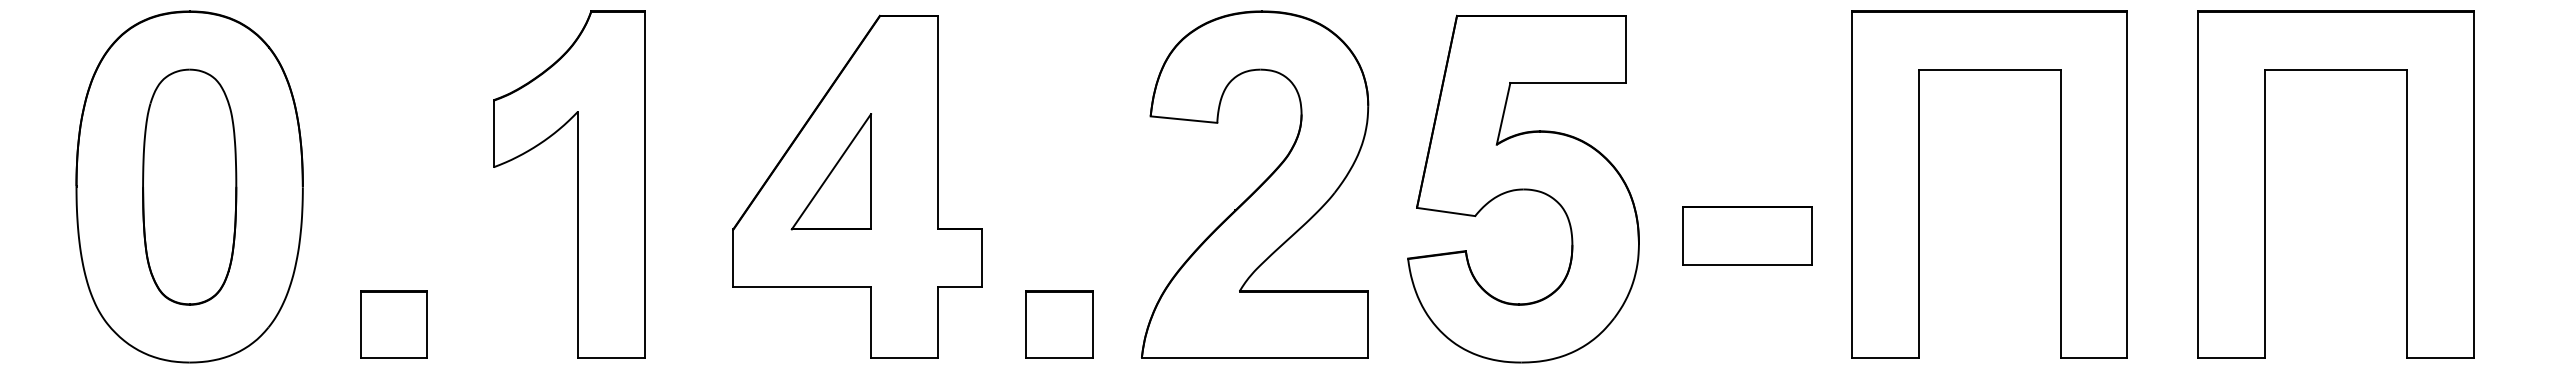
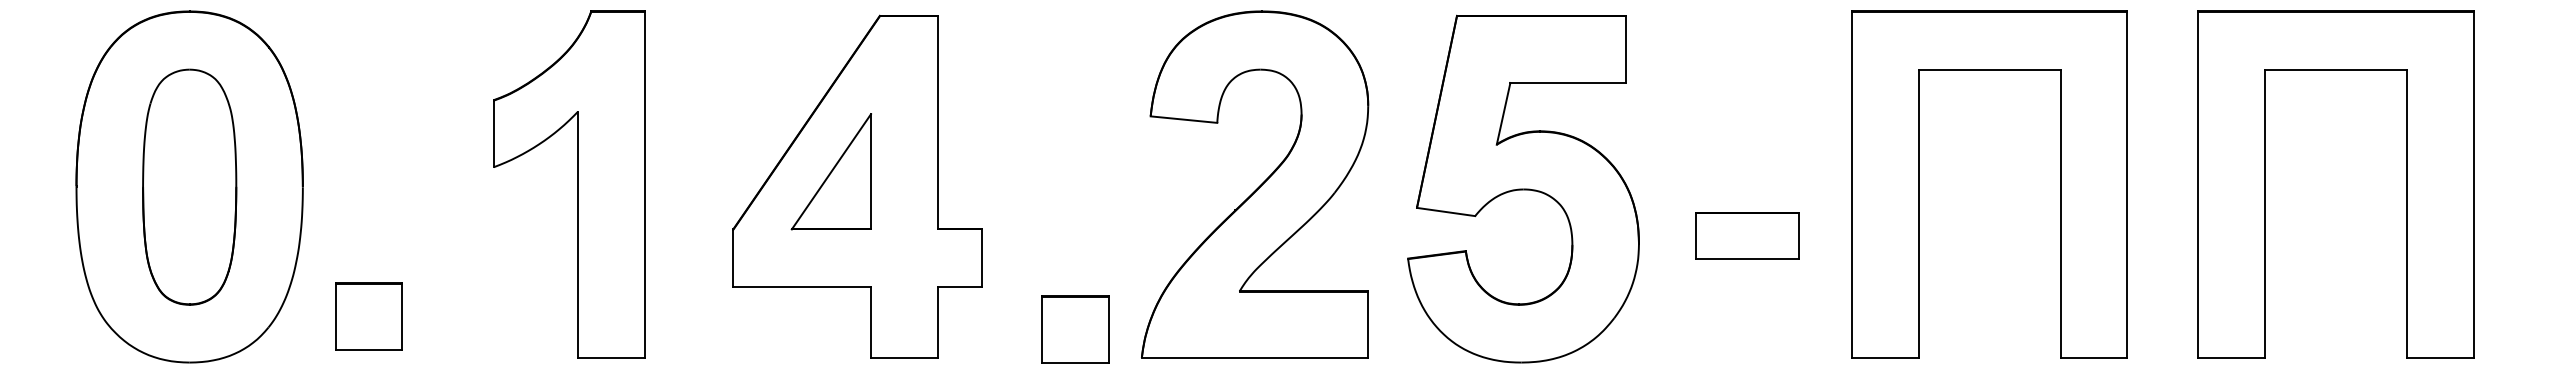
part at (1747, 235) size: 131x60 px -> 105x48 px
part at (393, 324) position: (393, 324) -> (368, 316)
part at (1059, 324) position: (1059, 324) -> (1075, 329)
